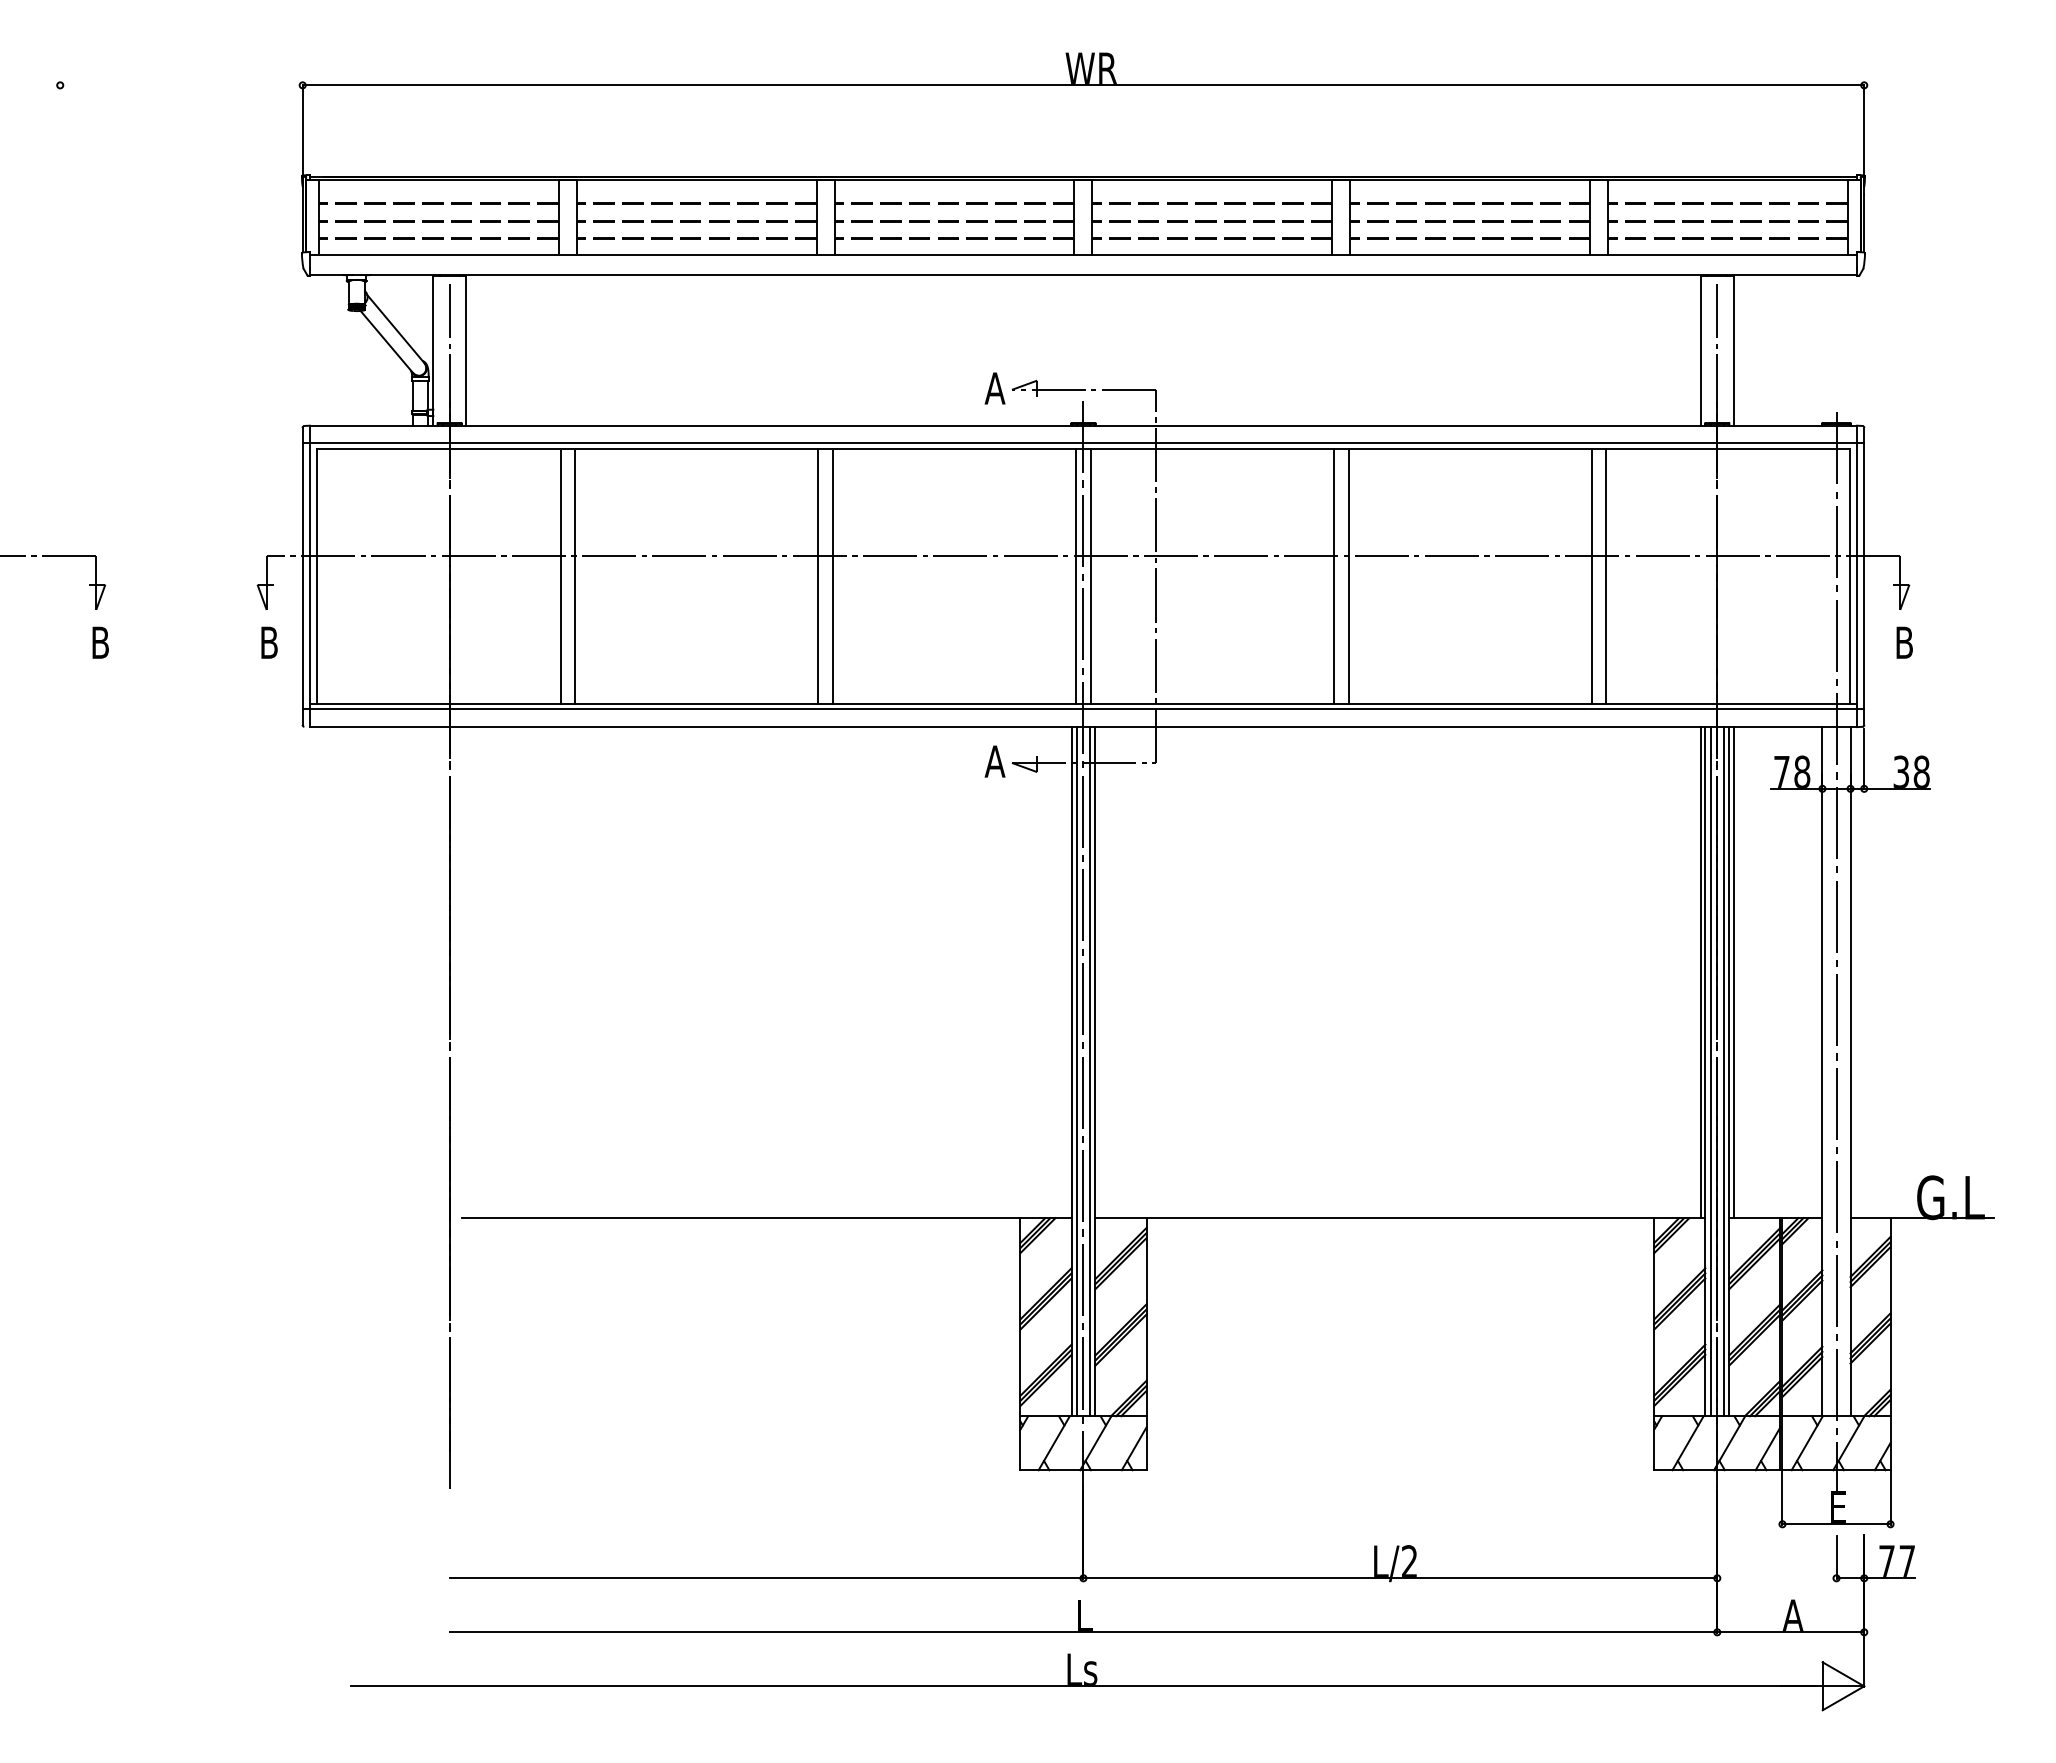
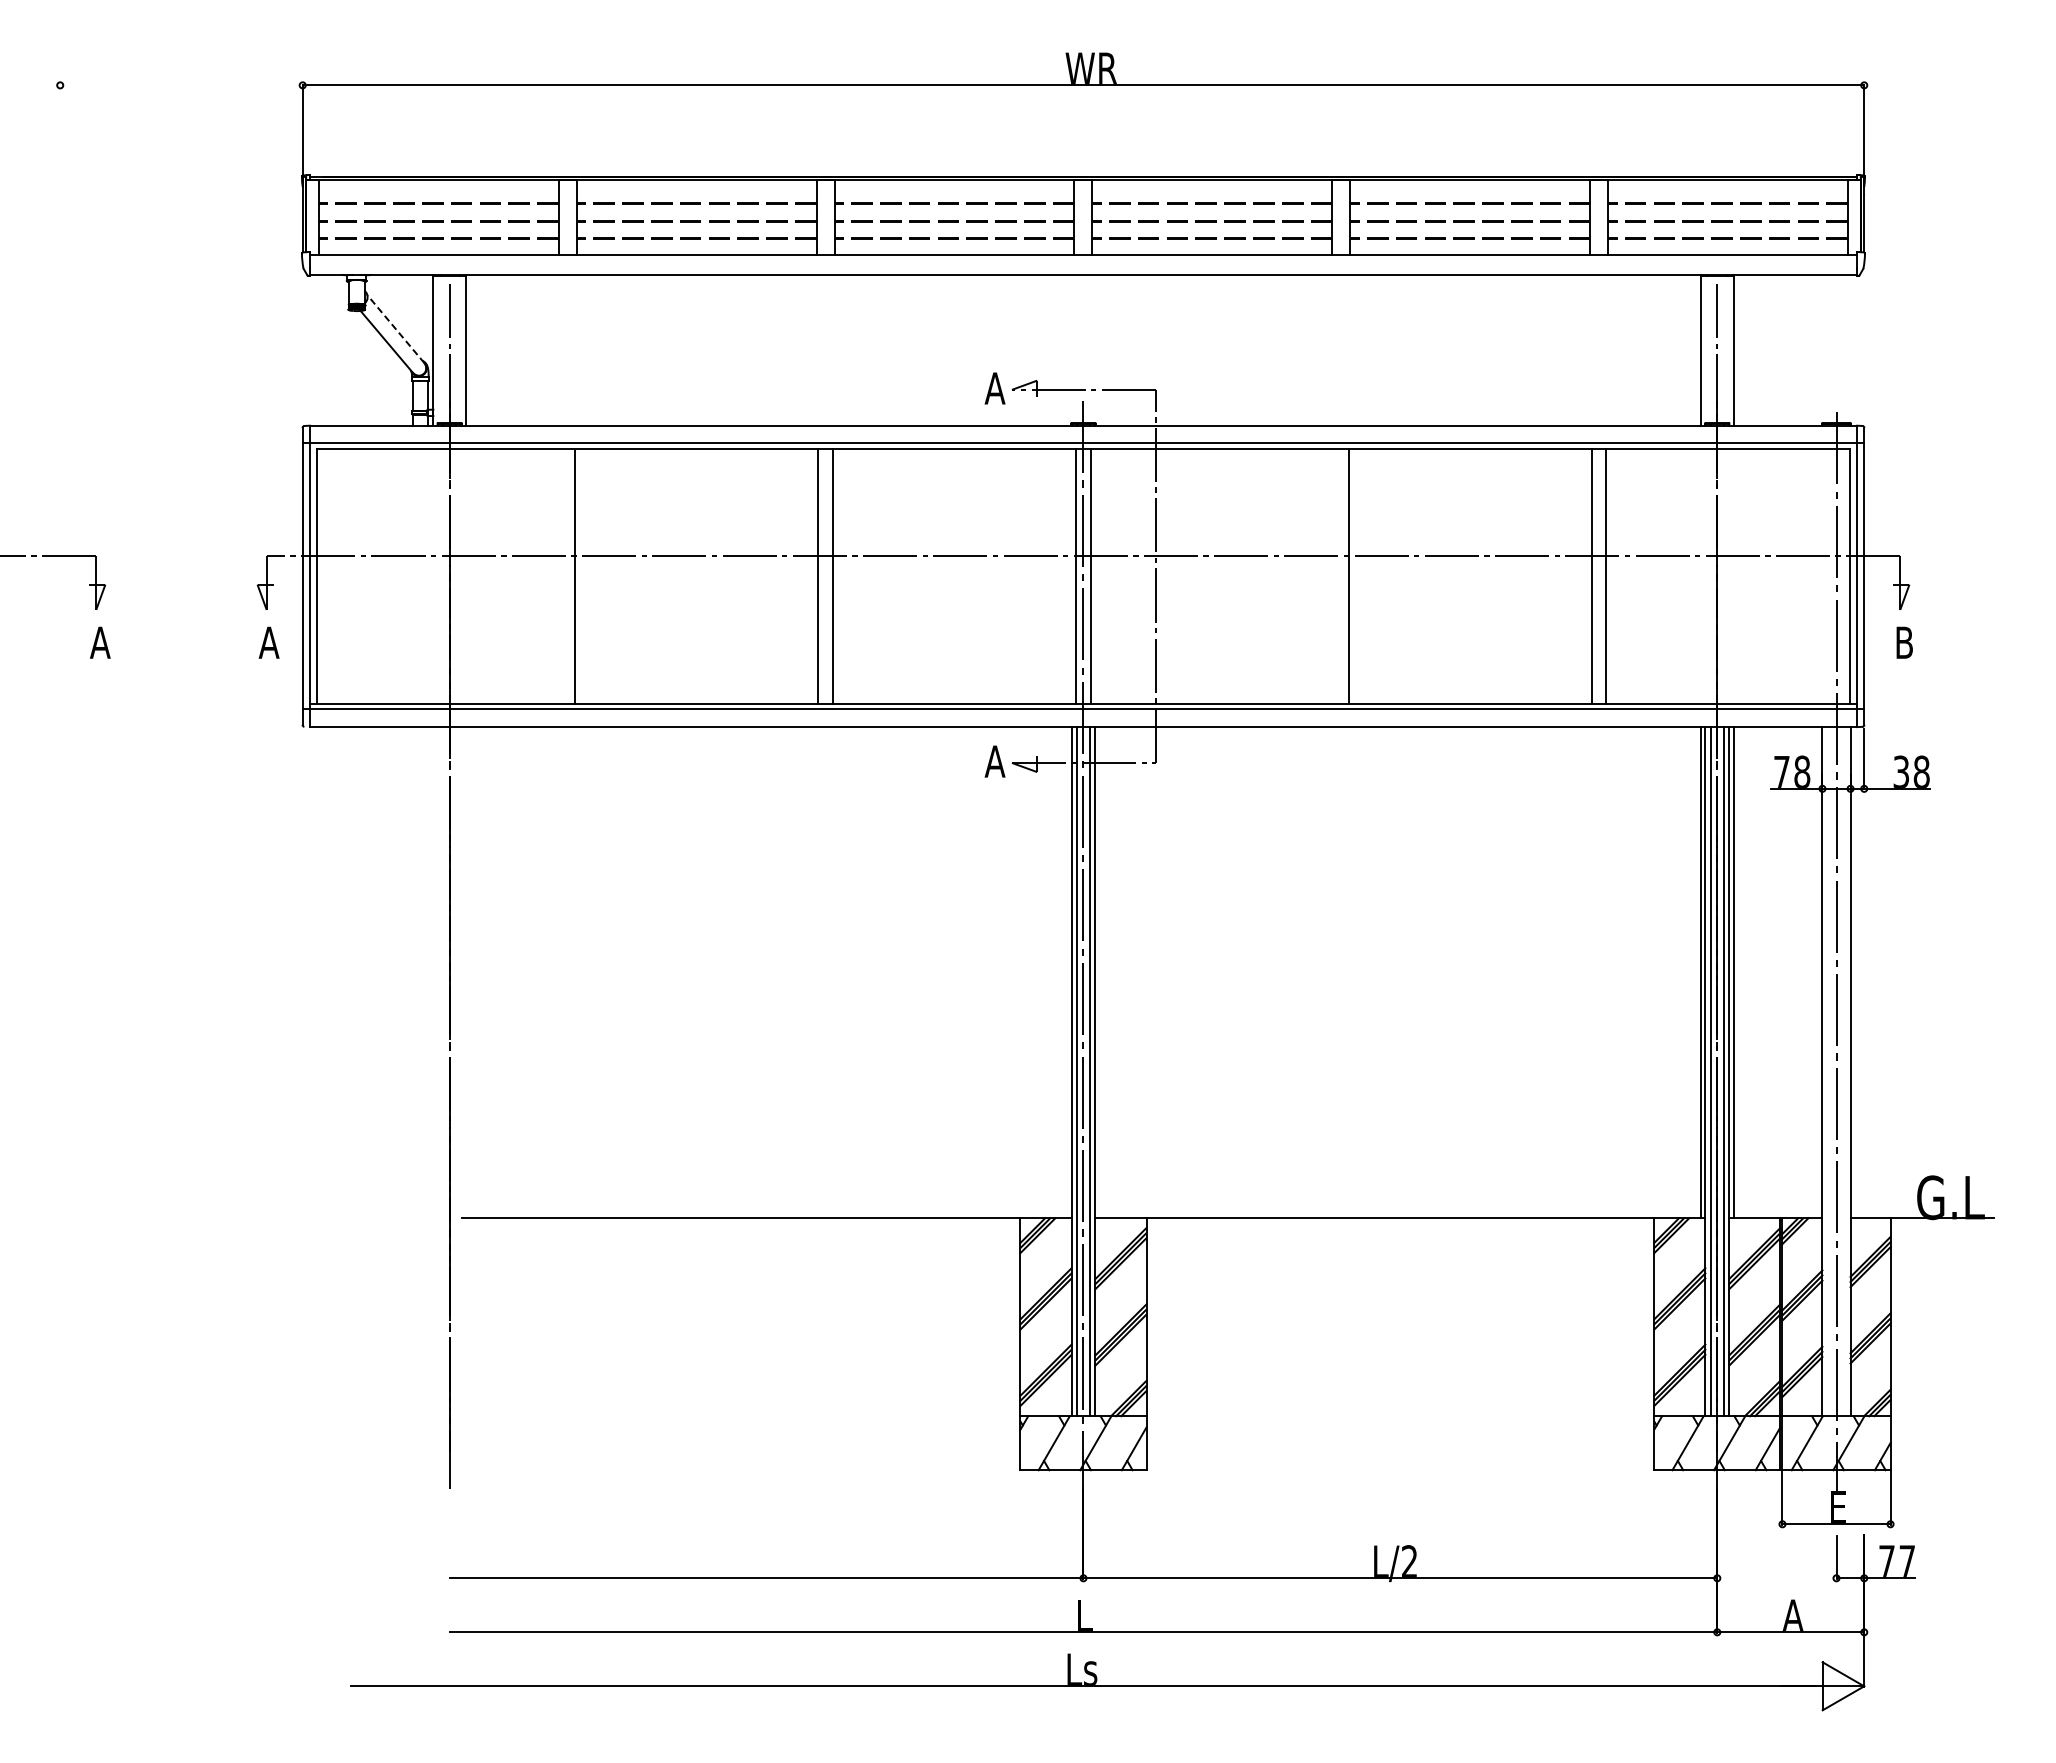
line at (395, 328): solid -> dashed
line at (560, 576): present -> none
line at (1334, 576): present -> none
text at (100, 642): B -> A
text at (268, 642): B -> A
